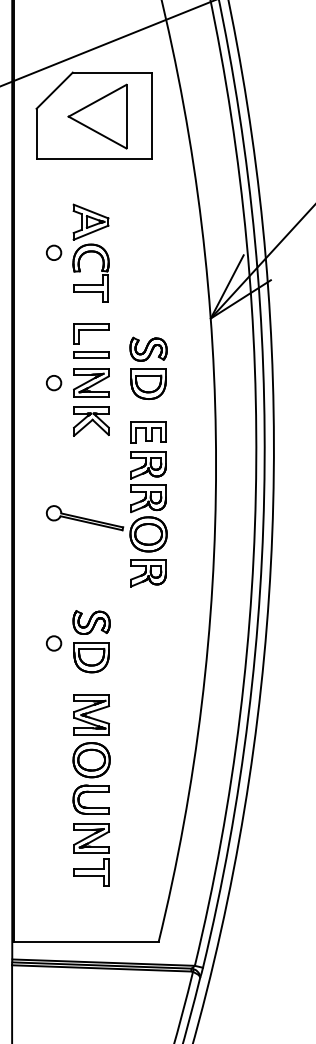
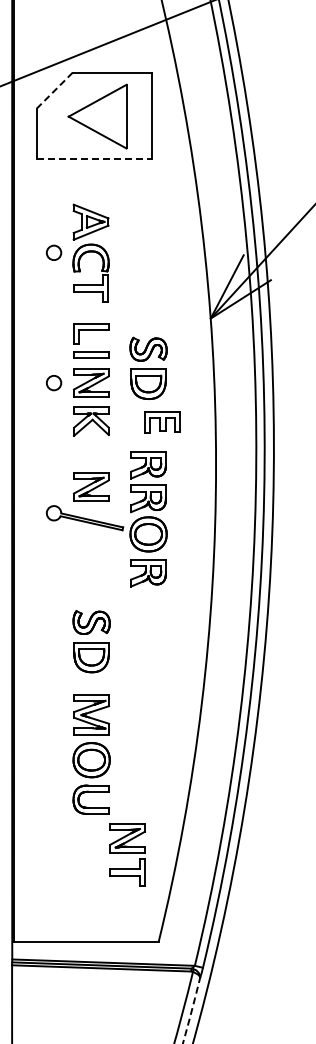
line at (54, 90): solid -> dashed
line at (94, 159): solid -> dashed
part at (148, 432) position: (148, 432) -> (162, 422)
part at (91, 486): none -> present
circle at (53, 643): present -> none
part at (91, 854) position: (91, 854) -> (127, 854)
arc at (191, 1010): solid -> dashed
